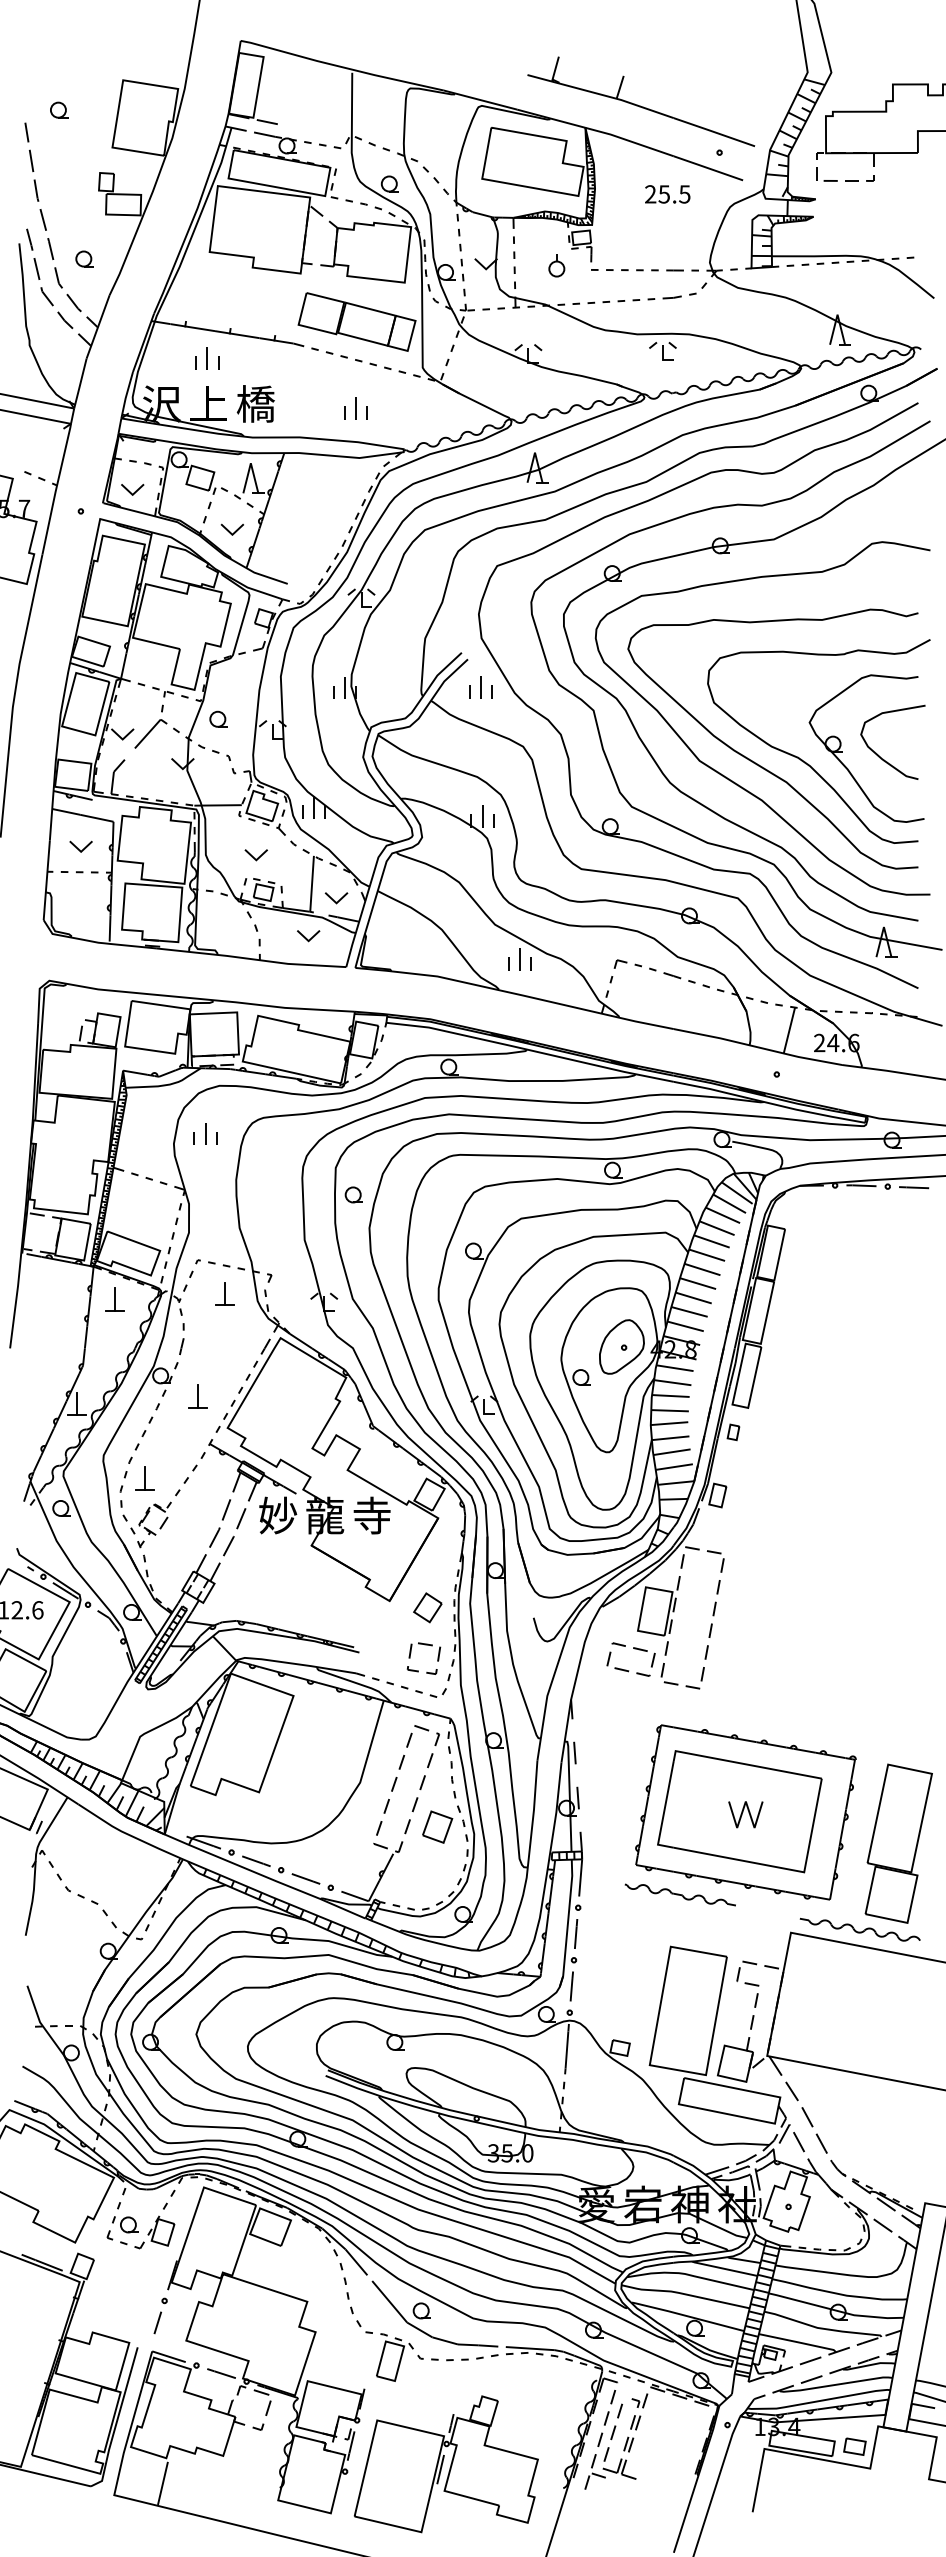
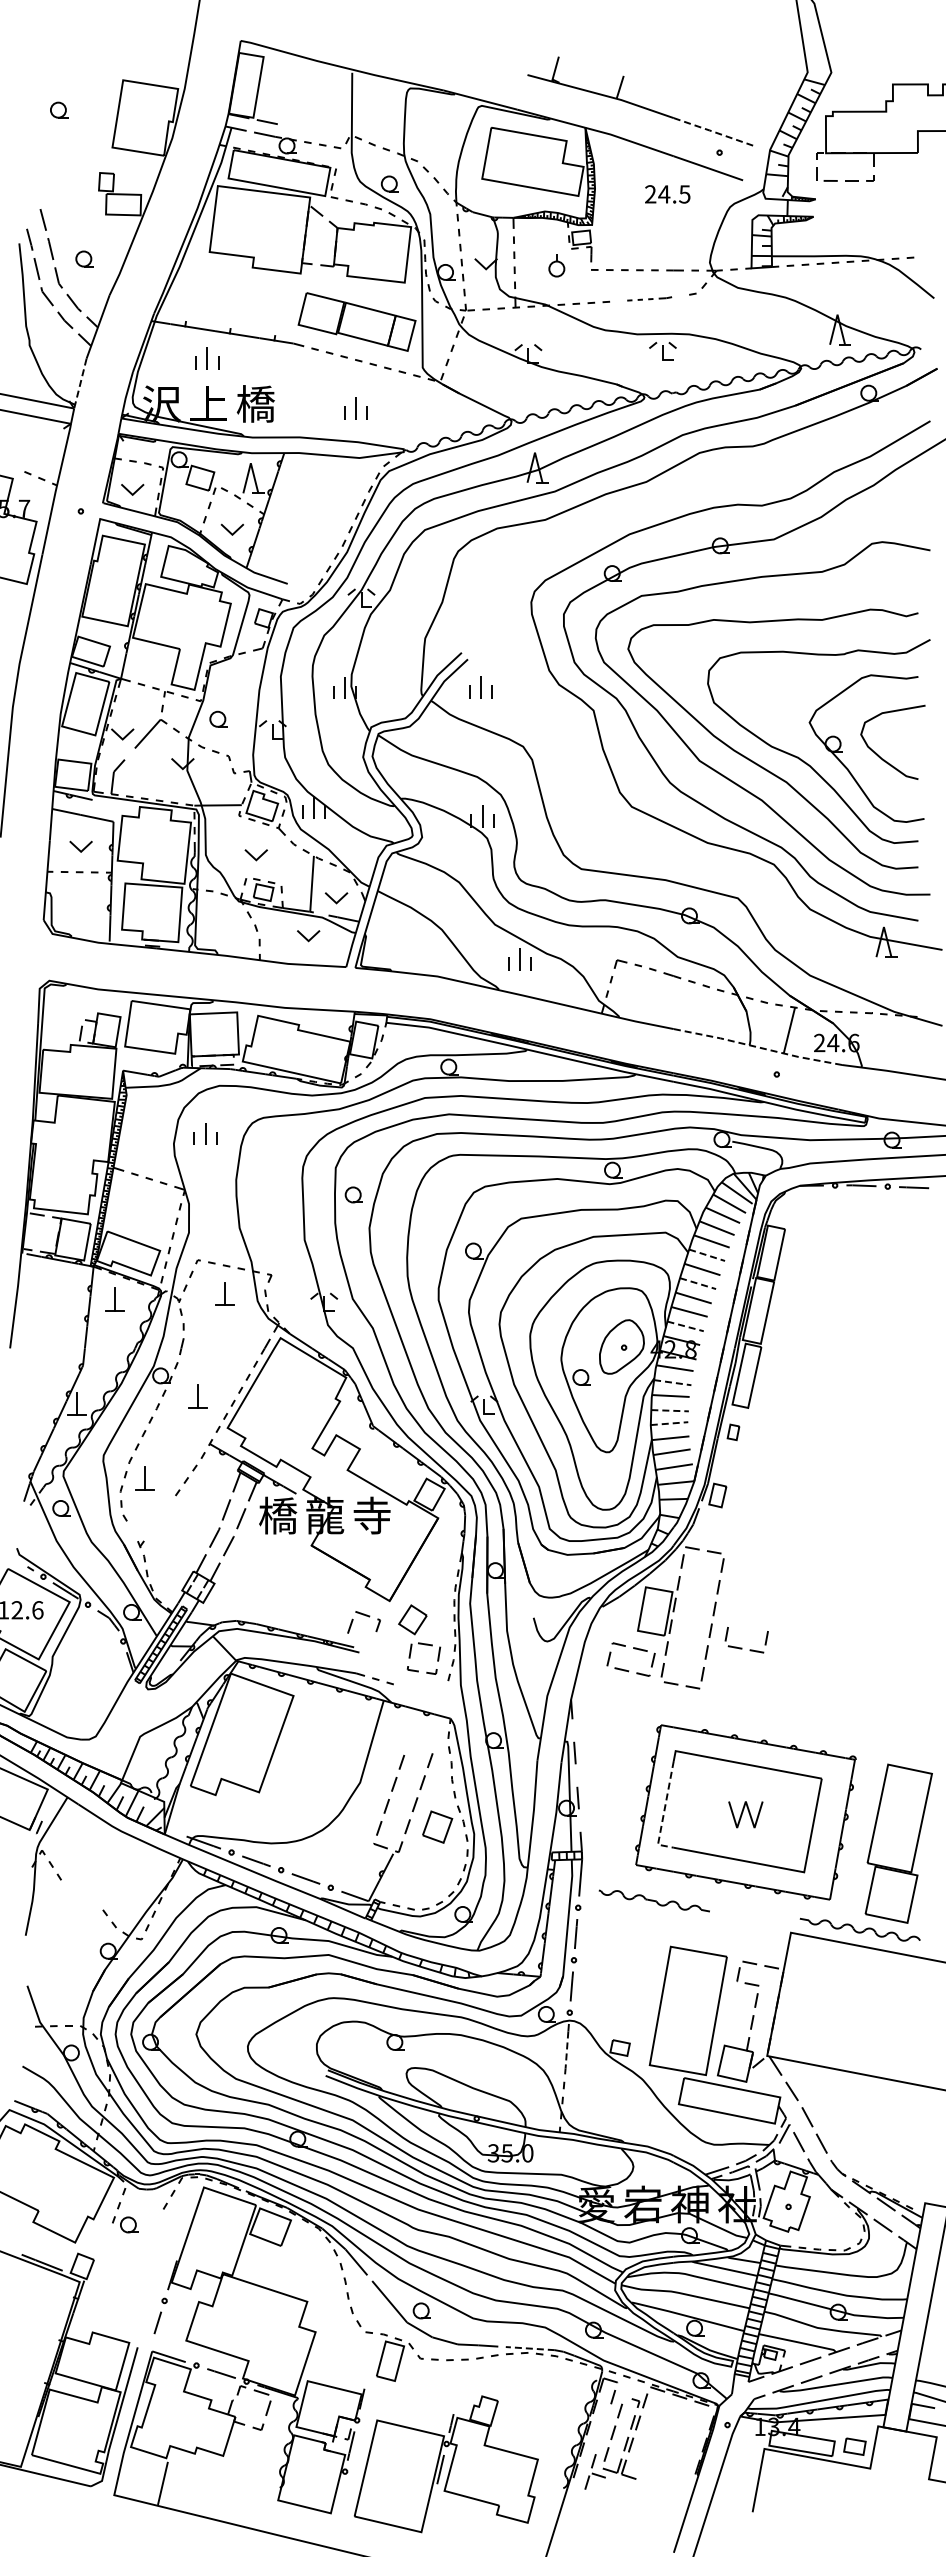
line at (713, 131): solid -> dashed
part at (31, 161): present -> none
text at (664, 194): 25.5 -> 24.5
part at (649, 298) size: 65x8 px -> 46x6 px
line at (80, 384): solid -> dashed
part at (563, 738): present -> none
line at (758, 1047): solid -> dashed
line at (707, 1255): solid -> dashed
line at (698, 1283): solid -> dashed
line at (685, 1326): solid -> dashed
line at (672, 1382): solid -> dashed
line at (670, 1410): solid -> dashed
line at (669, 1423): solid -> dashed
text at (278, 1515): 妙 -> 橋
part at (150, 1518): present -> none
part at (427, 1607) position: (427, 1607) -> (412, 1619)
part at (742, 1647): none -> present
part at (423, 1691): present -> none
part at (424, 1730) position: (424, 1730) -> (365, 1616)
line at (664, 1811): solid -> dashed
part at (679, 1894) position: (679, 1894) -> (653, 1900)
part at (81, 1895): present -> none
line at (566, 2050): solid -> dashed
part at (147, 2234): present -> none
line at (530, 2348): solid -> dashed
line at (603, 2425): present -> none
